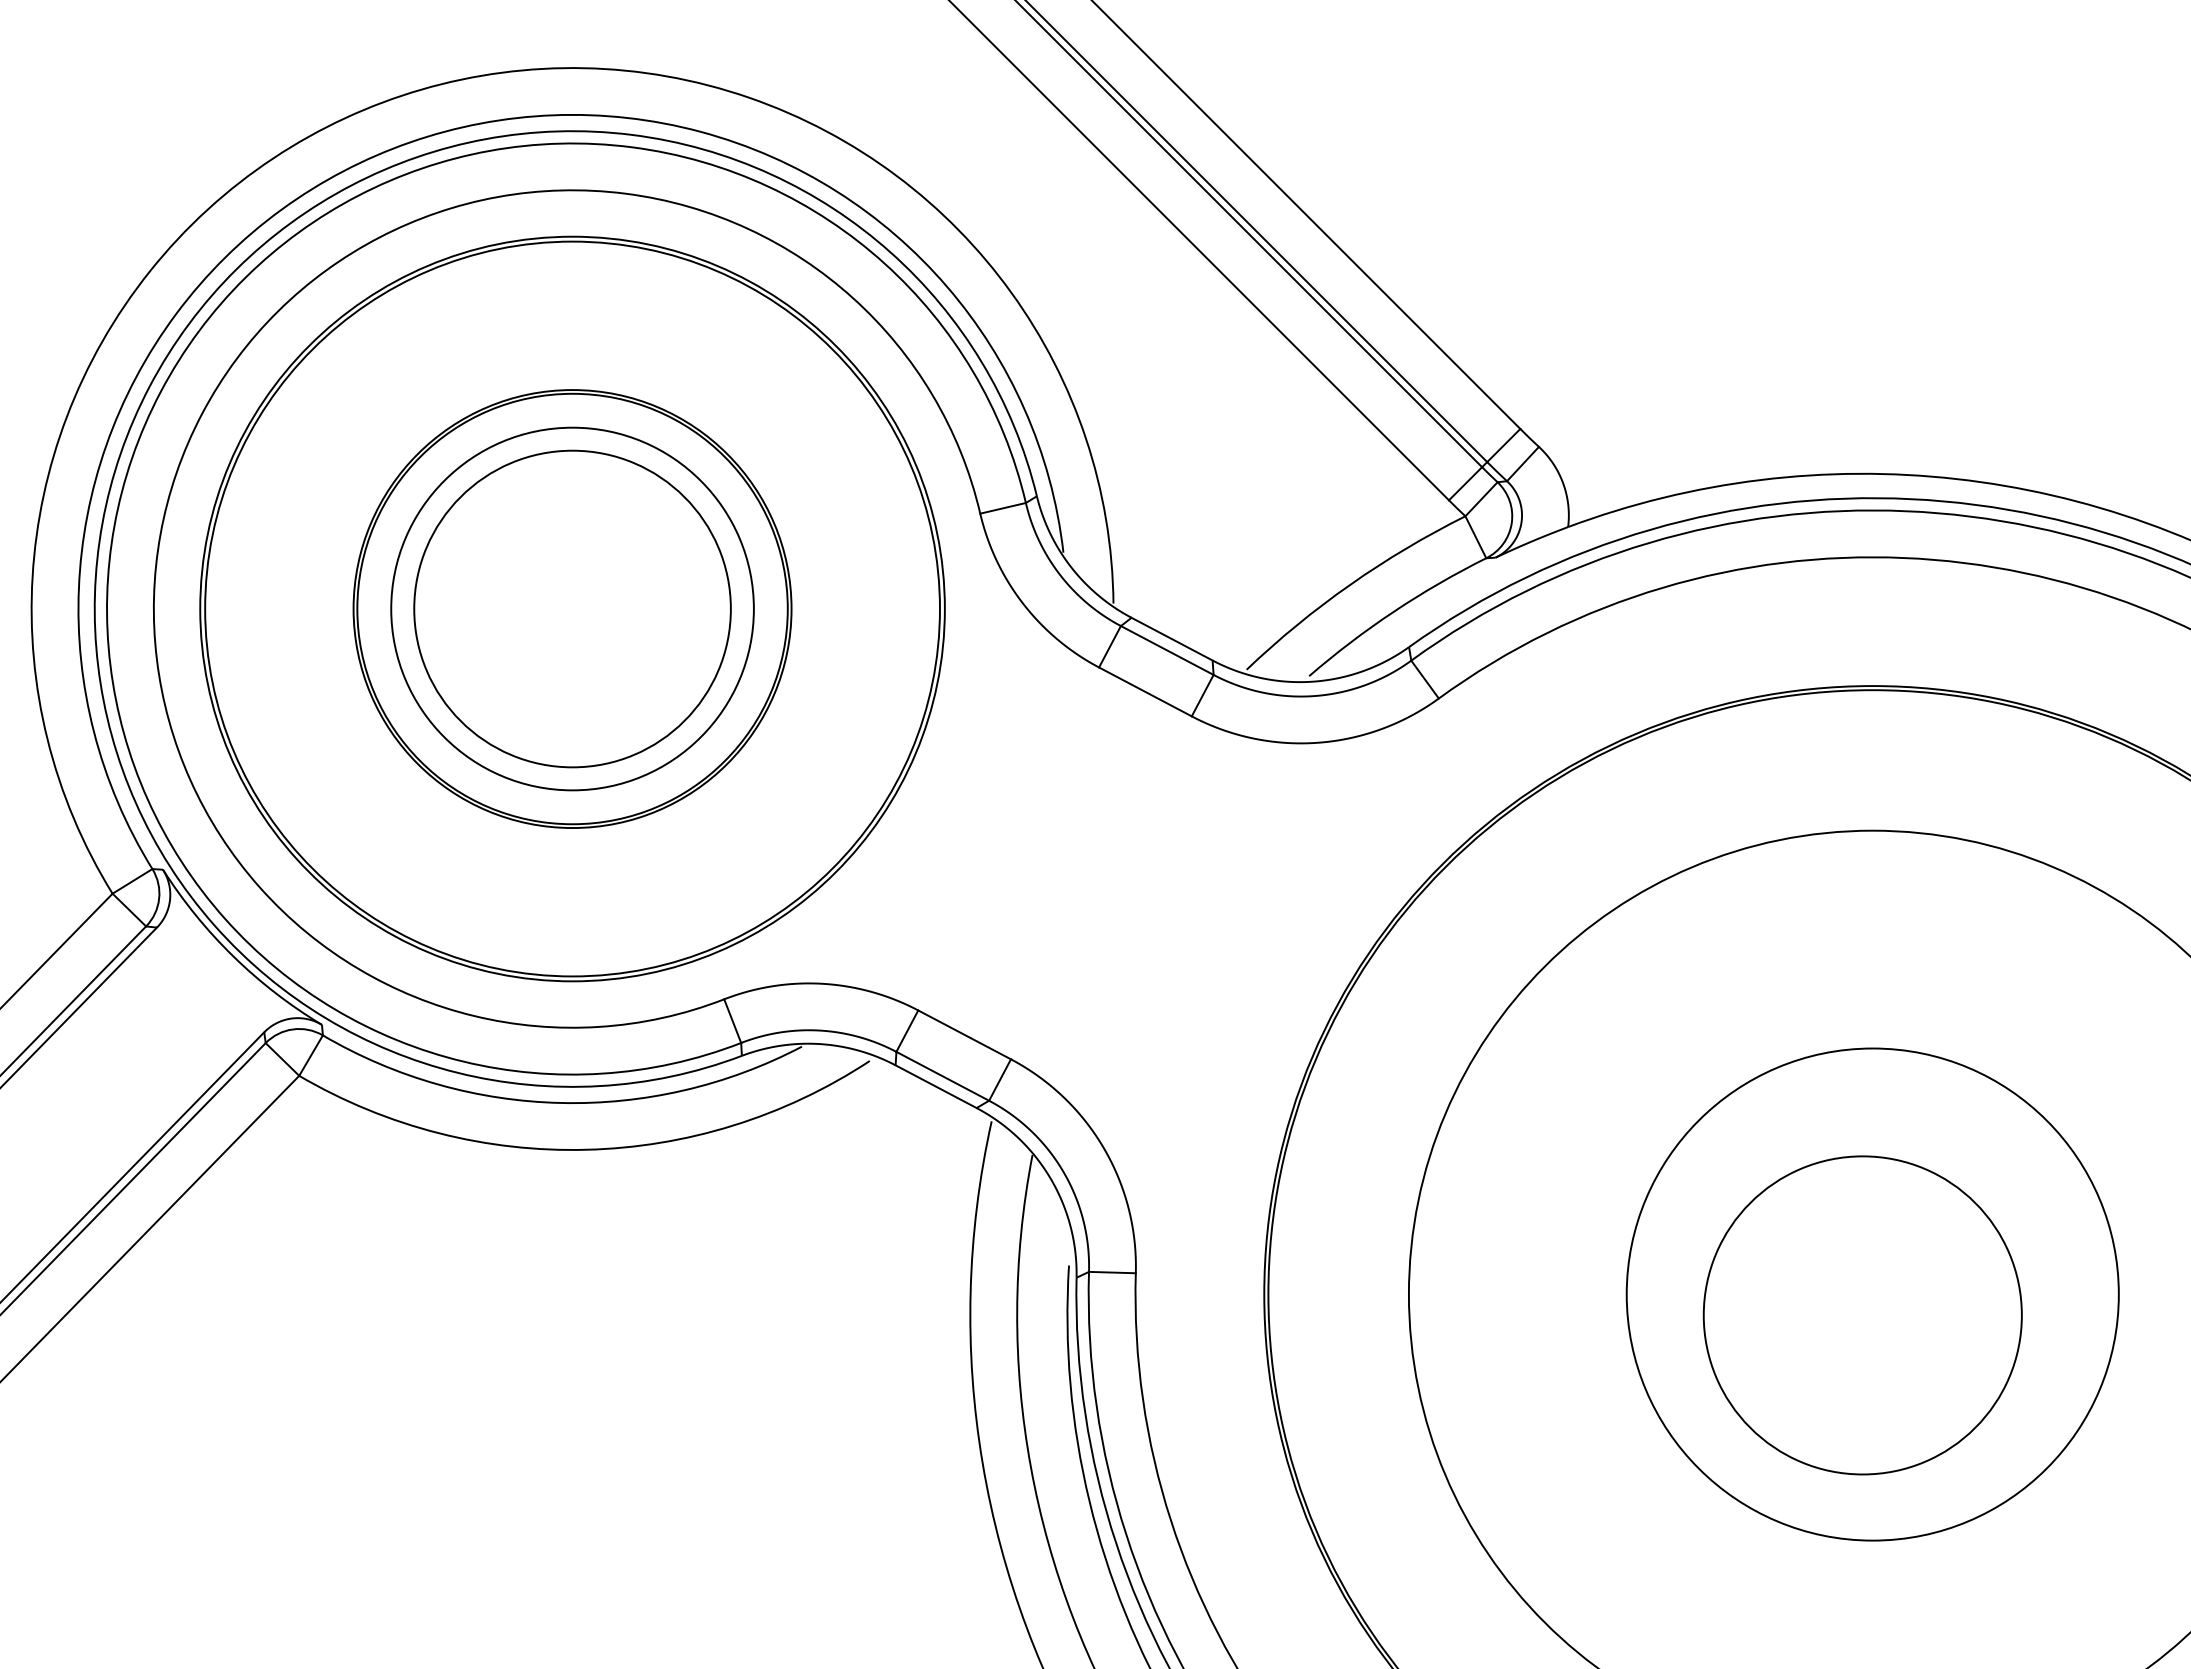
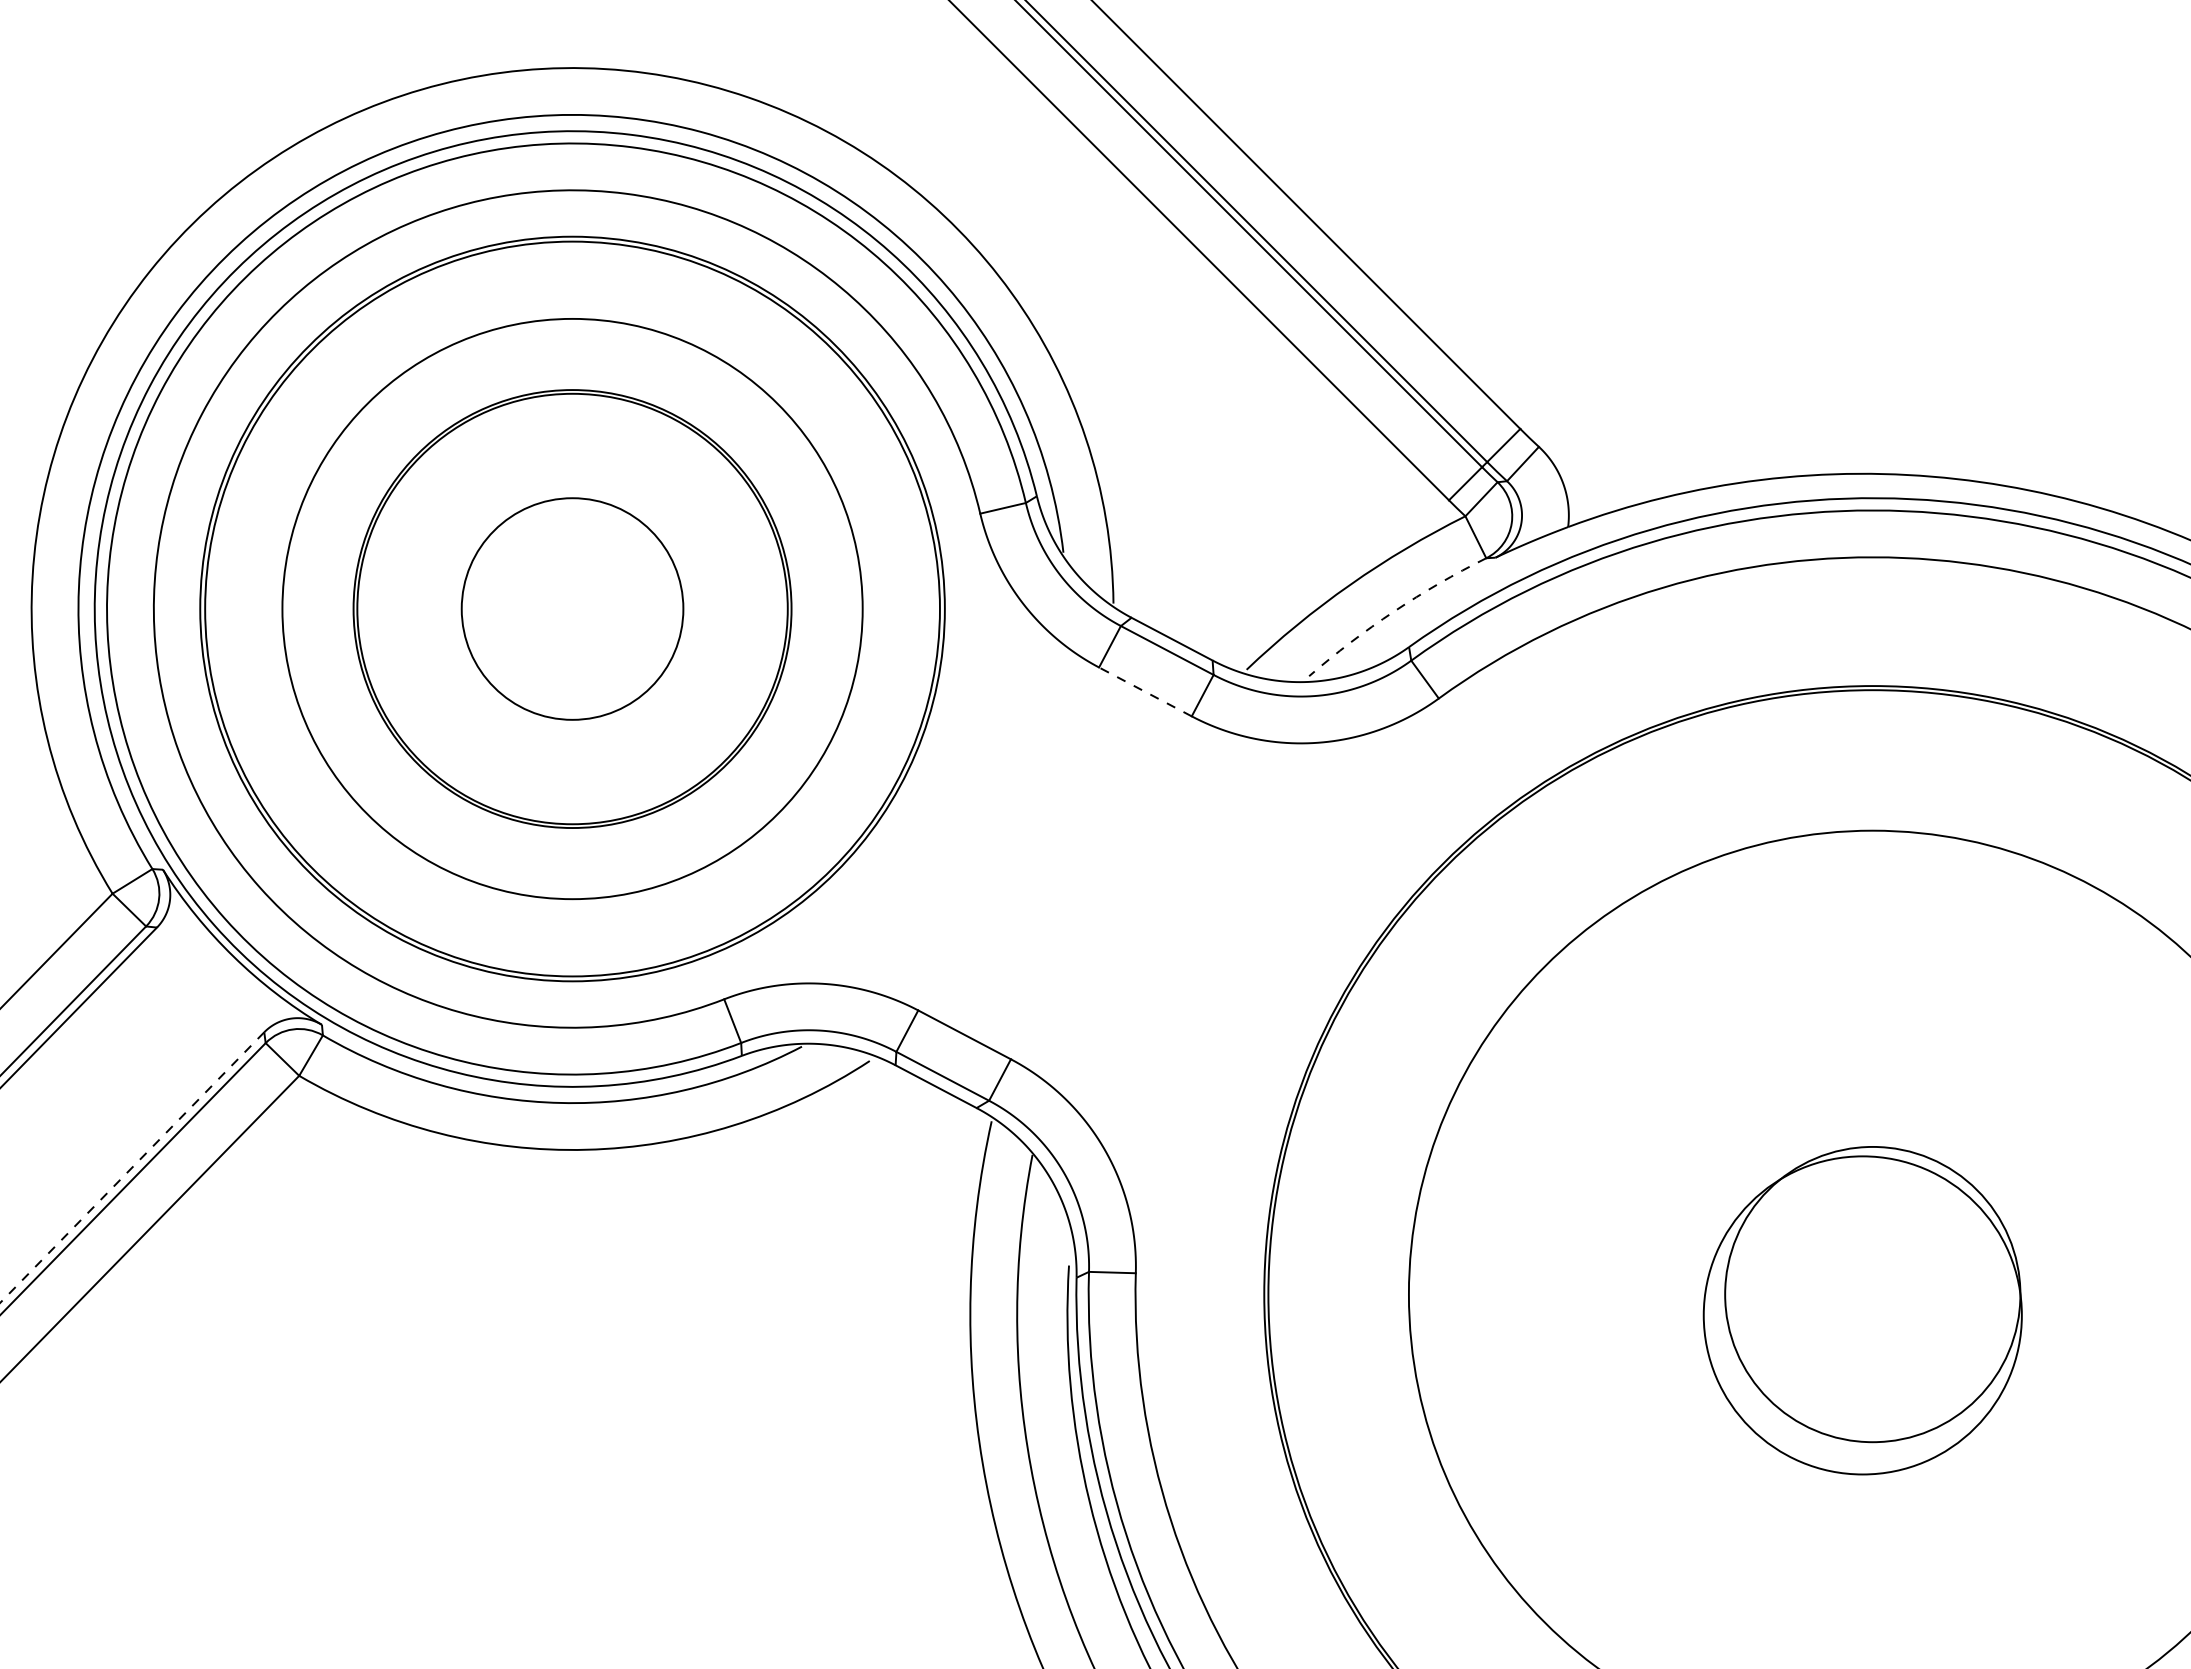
circle at (572, 608) diameter: 317 px -> 222 px
circle at (572, 608) diameter: 363 px -> 580 px
arc at (1394, 611): solid -> dashed
line at (1144, 691): solid -> dashed
line at (132, 1167): solid -> dashed
circle at (1872, 1294) diameter: 492 px -> 295 px
